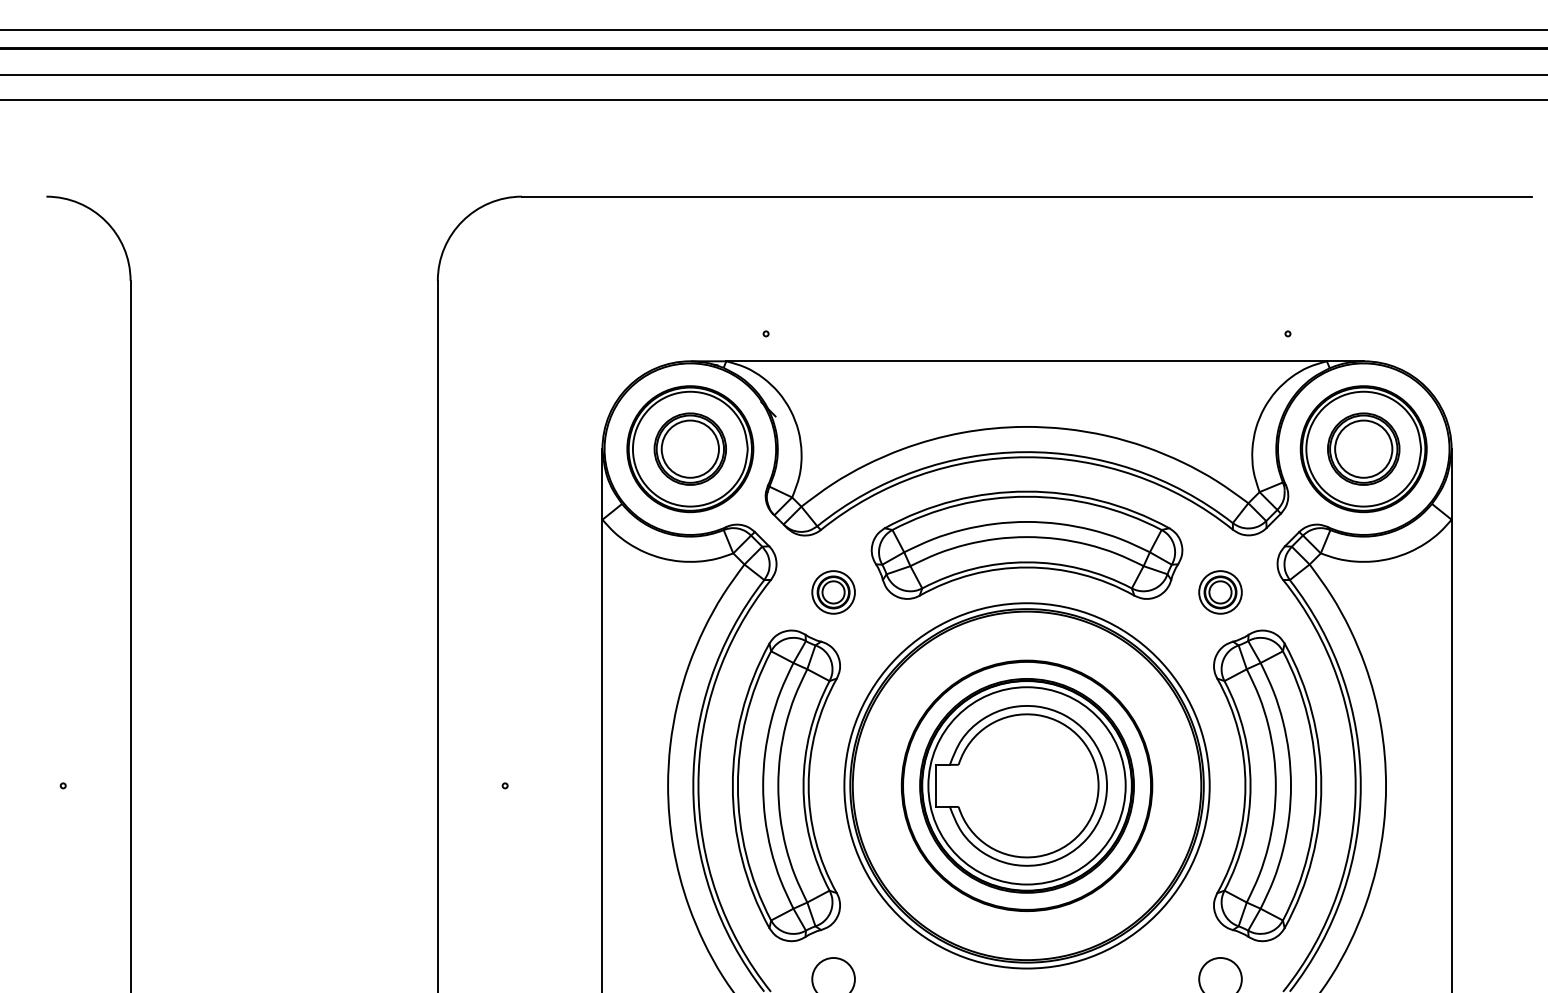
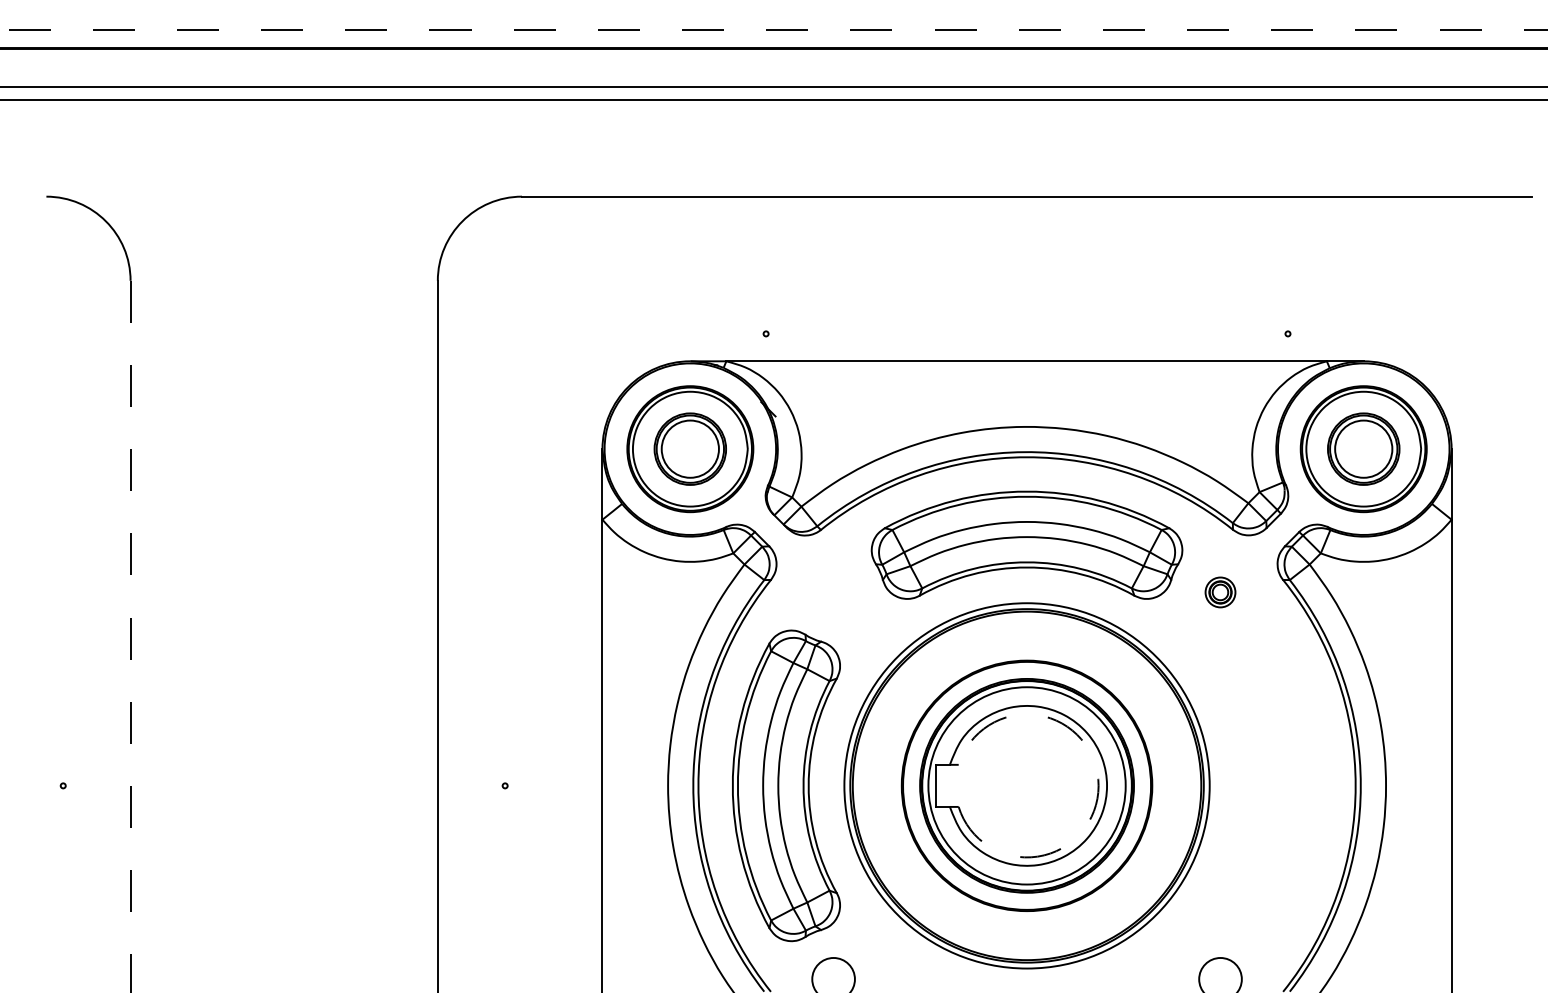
line at (774, 30): solid -> dashed
line at (773, 74) position: (773, 74) -> (773, 86)
part at (833, 592): present -> none
part at (1220, 592) size: 45x45 px -> 33x33 px
line at (130, 636): solid -> dashed
arc at (1098, 785): solid -> dashed
part at (1267, 785): present -> none
